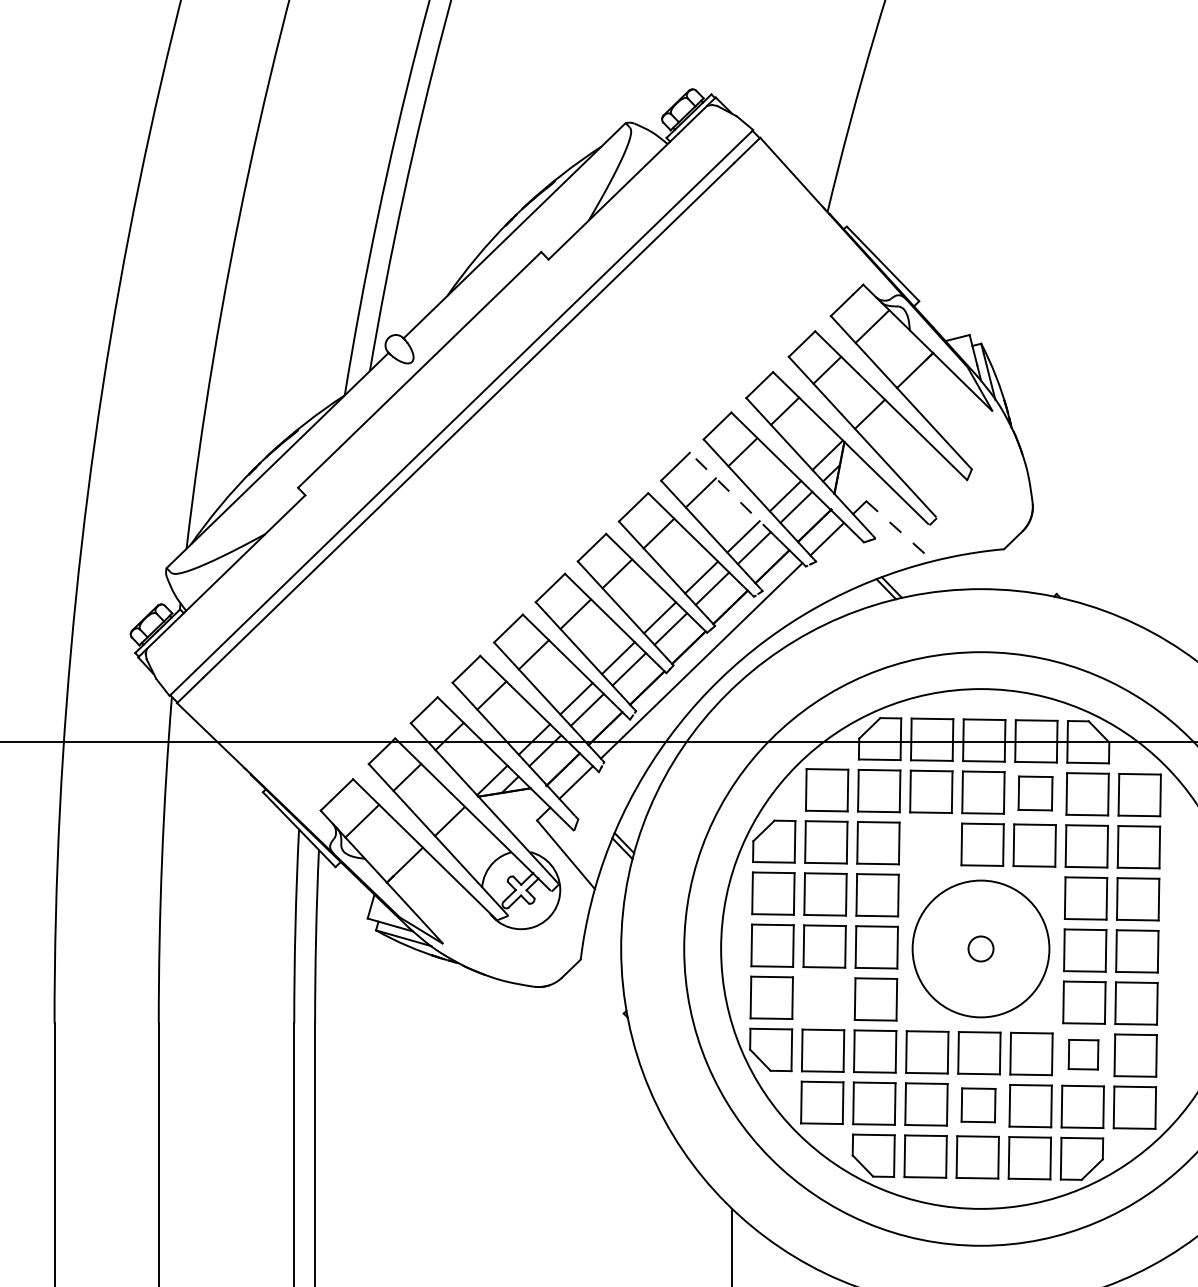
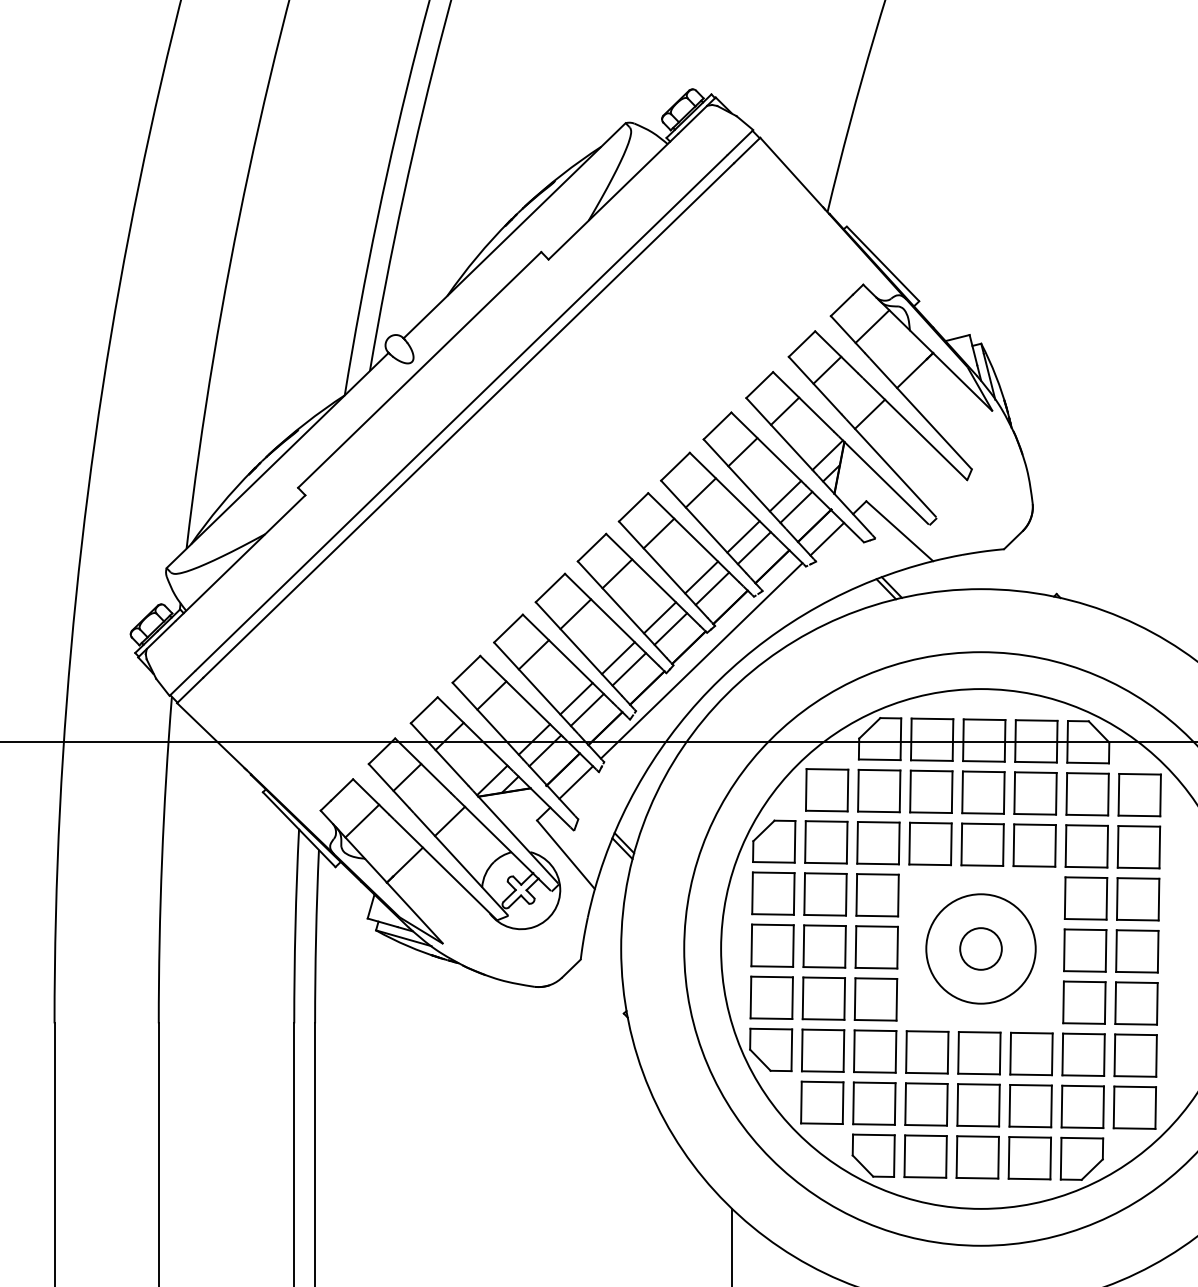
line at (731, 494): dashed -> solid
line at (899, 531): dashed -> solid
part at (1035, 793) size: 37x37 px -> 45x45 px
part at (930, 843): none -> present
circle at (980, 948) diameter: 137 px -> 109 px
circle at (980, 948) diameter: 25 px -> 42 px
part at (823, 998): none -> present
part at (1083, 1054) size: 33x32 px -> 45x45 px
part at (978, 1105) size: 37x37 px -> 45x45 px
